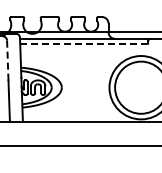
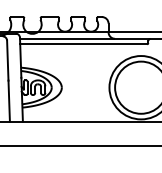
line at (83, 44): dashed -> solid
line at (7, 60): dashed -> solid
